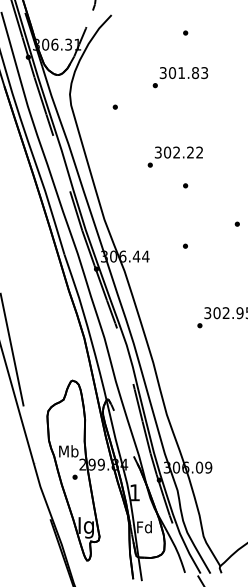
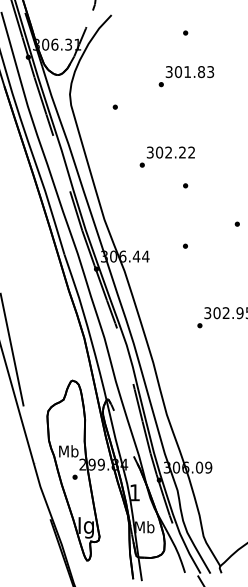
text at (180, 77) position: (180, 77) -> (186, 76)
text at (174, 156) position: (174, 156) -> (166, 156)
text at (144, 527): Fd -> Mb
